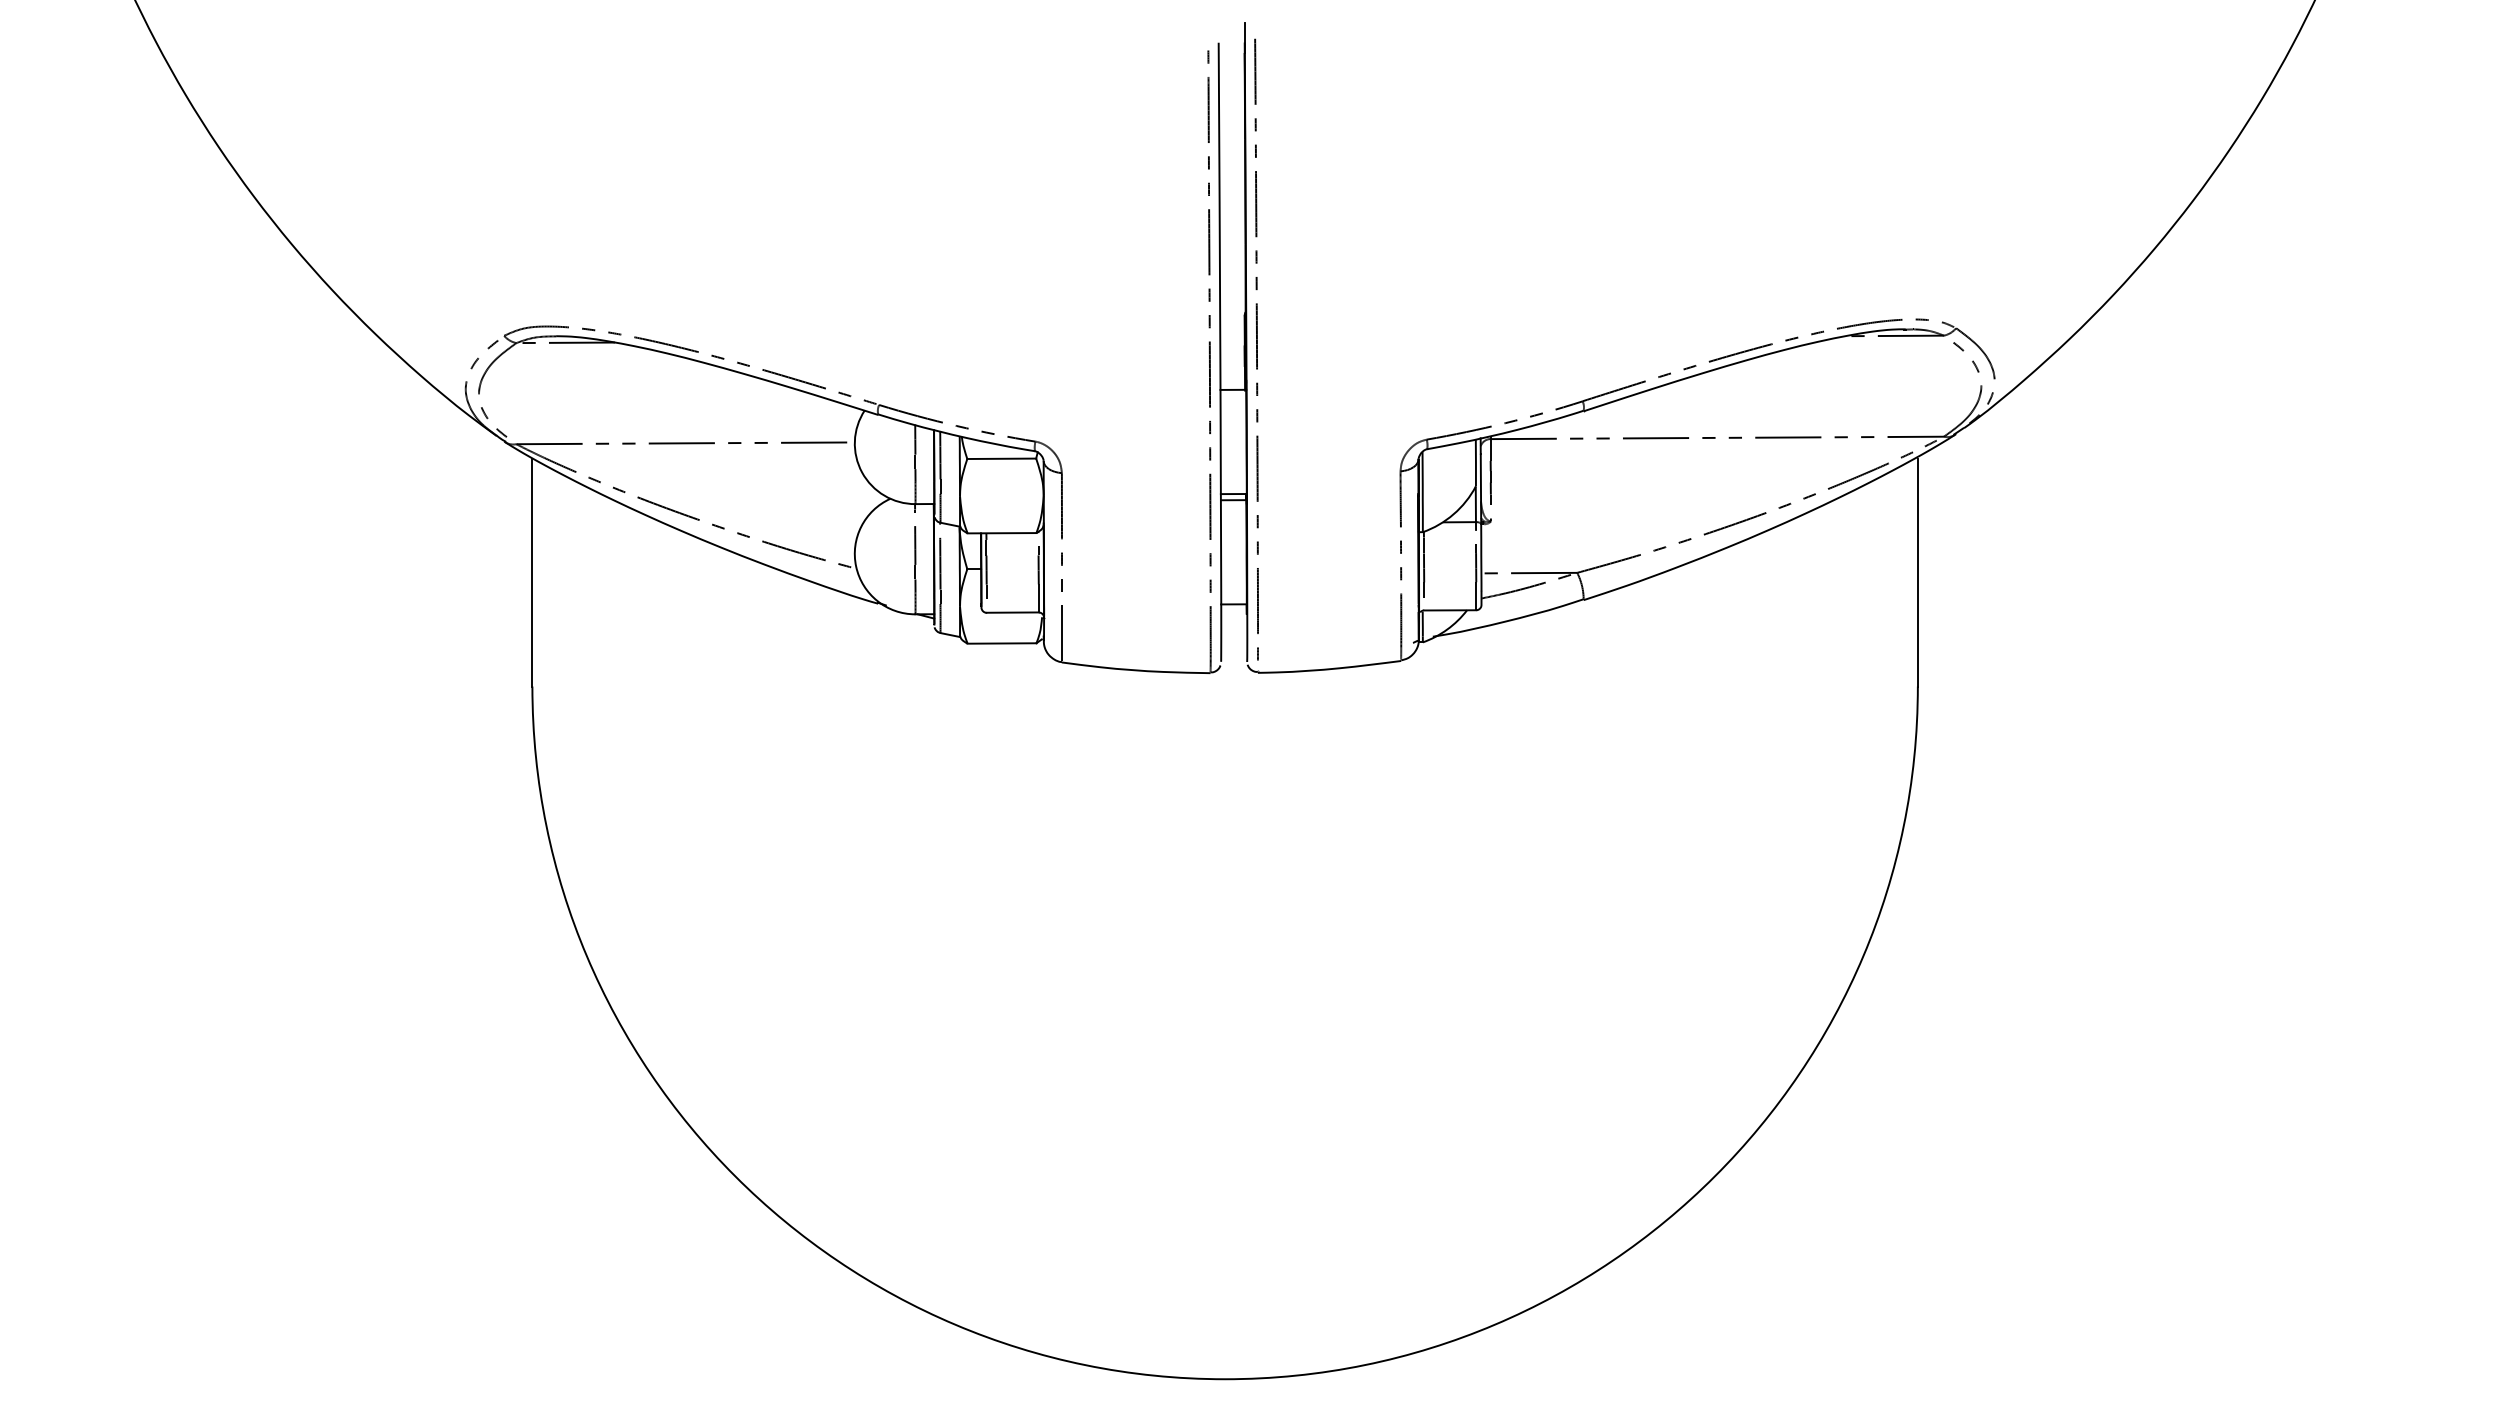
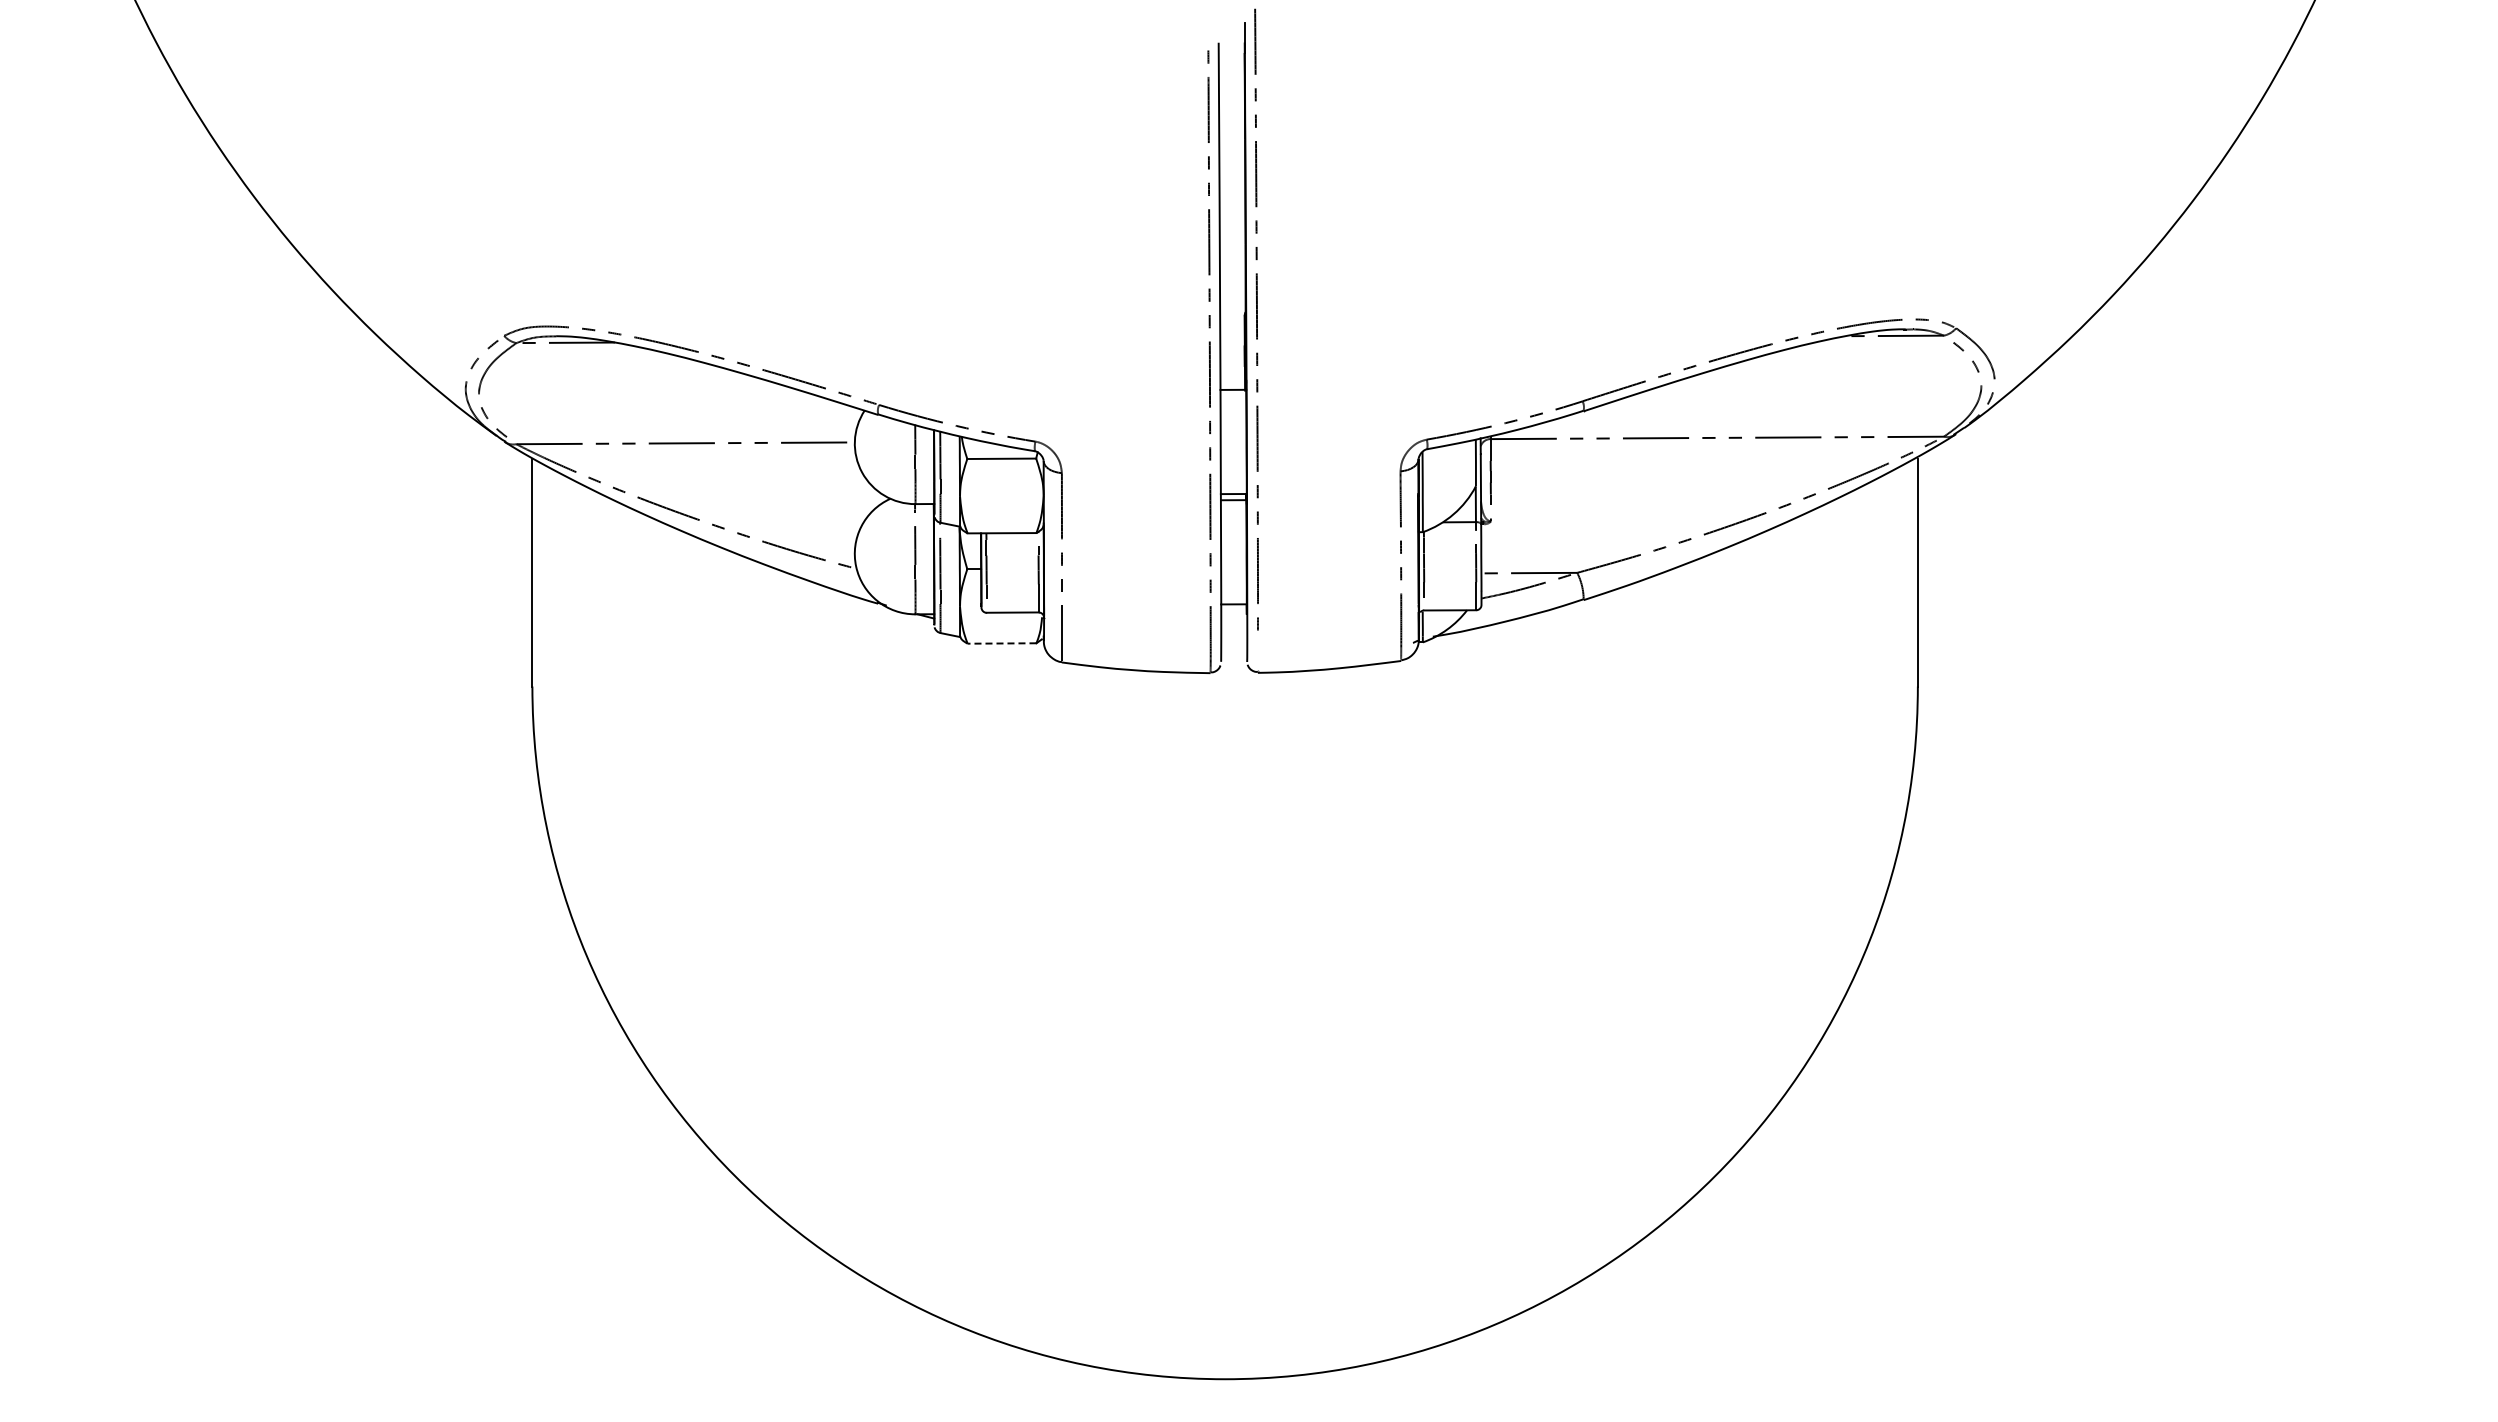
curve at (1256, 349) position: (1256, 349) -> (1256, 319)
line at (1001, 643): solid -> dashed
